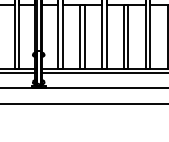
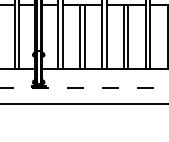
line at (18, 73): present -> none
line at (103, 73): present -> none
line at (84, 88): solid -> dashed
